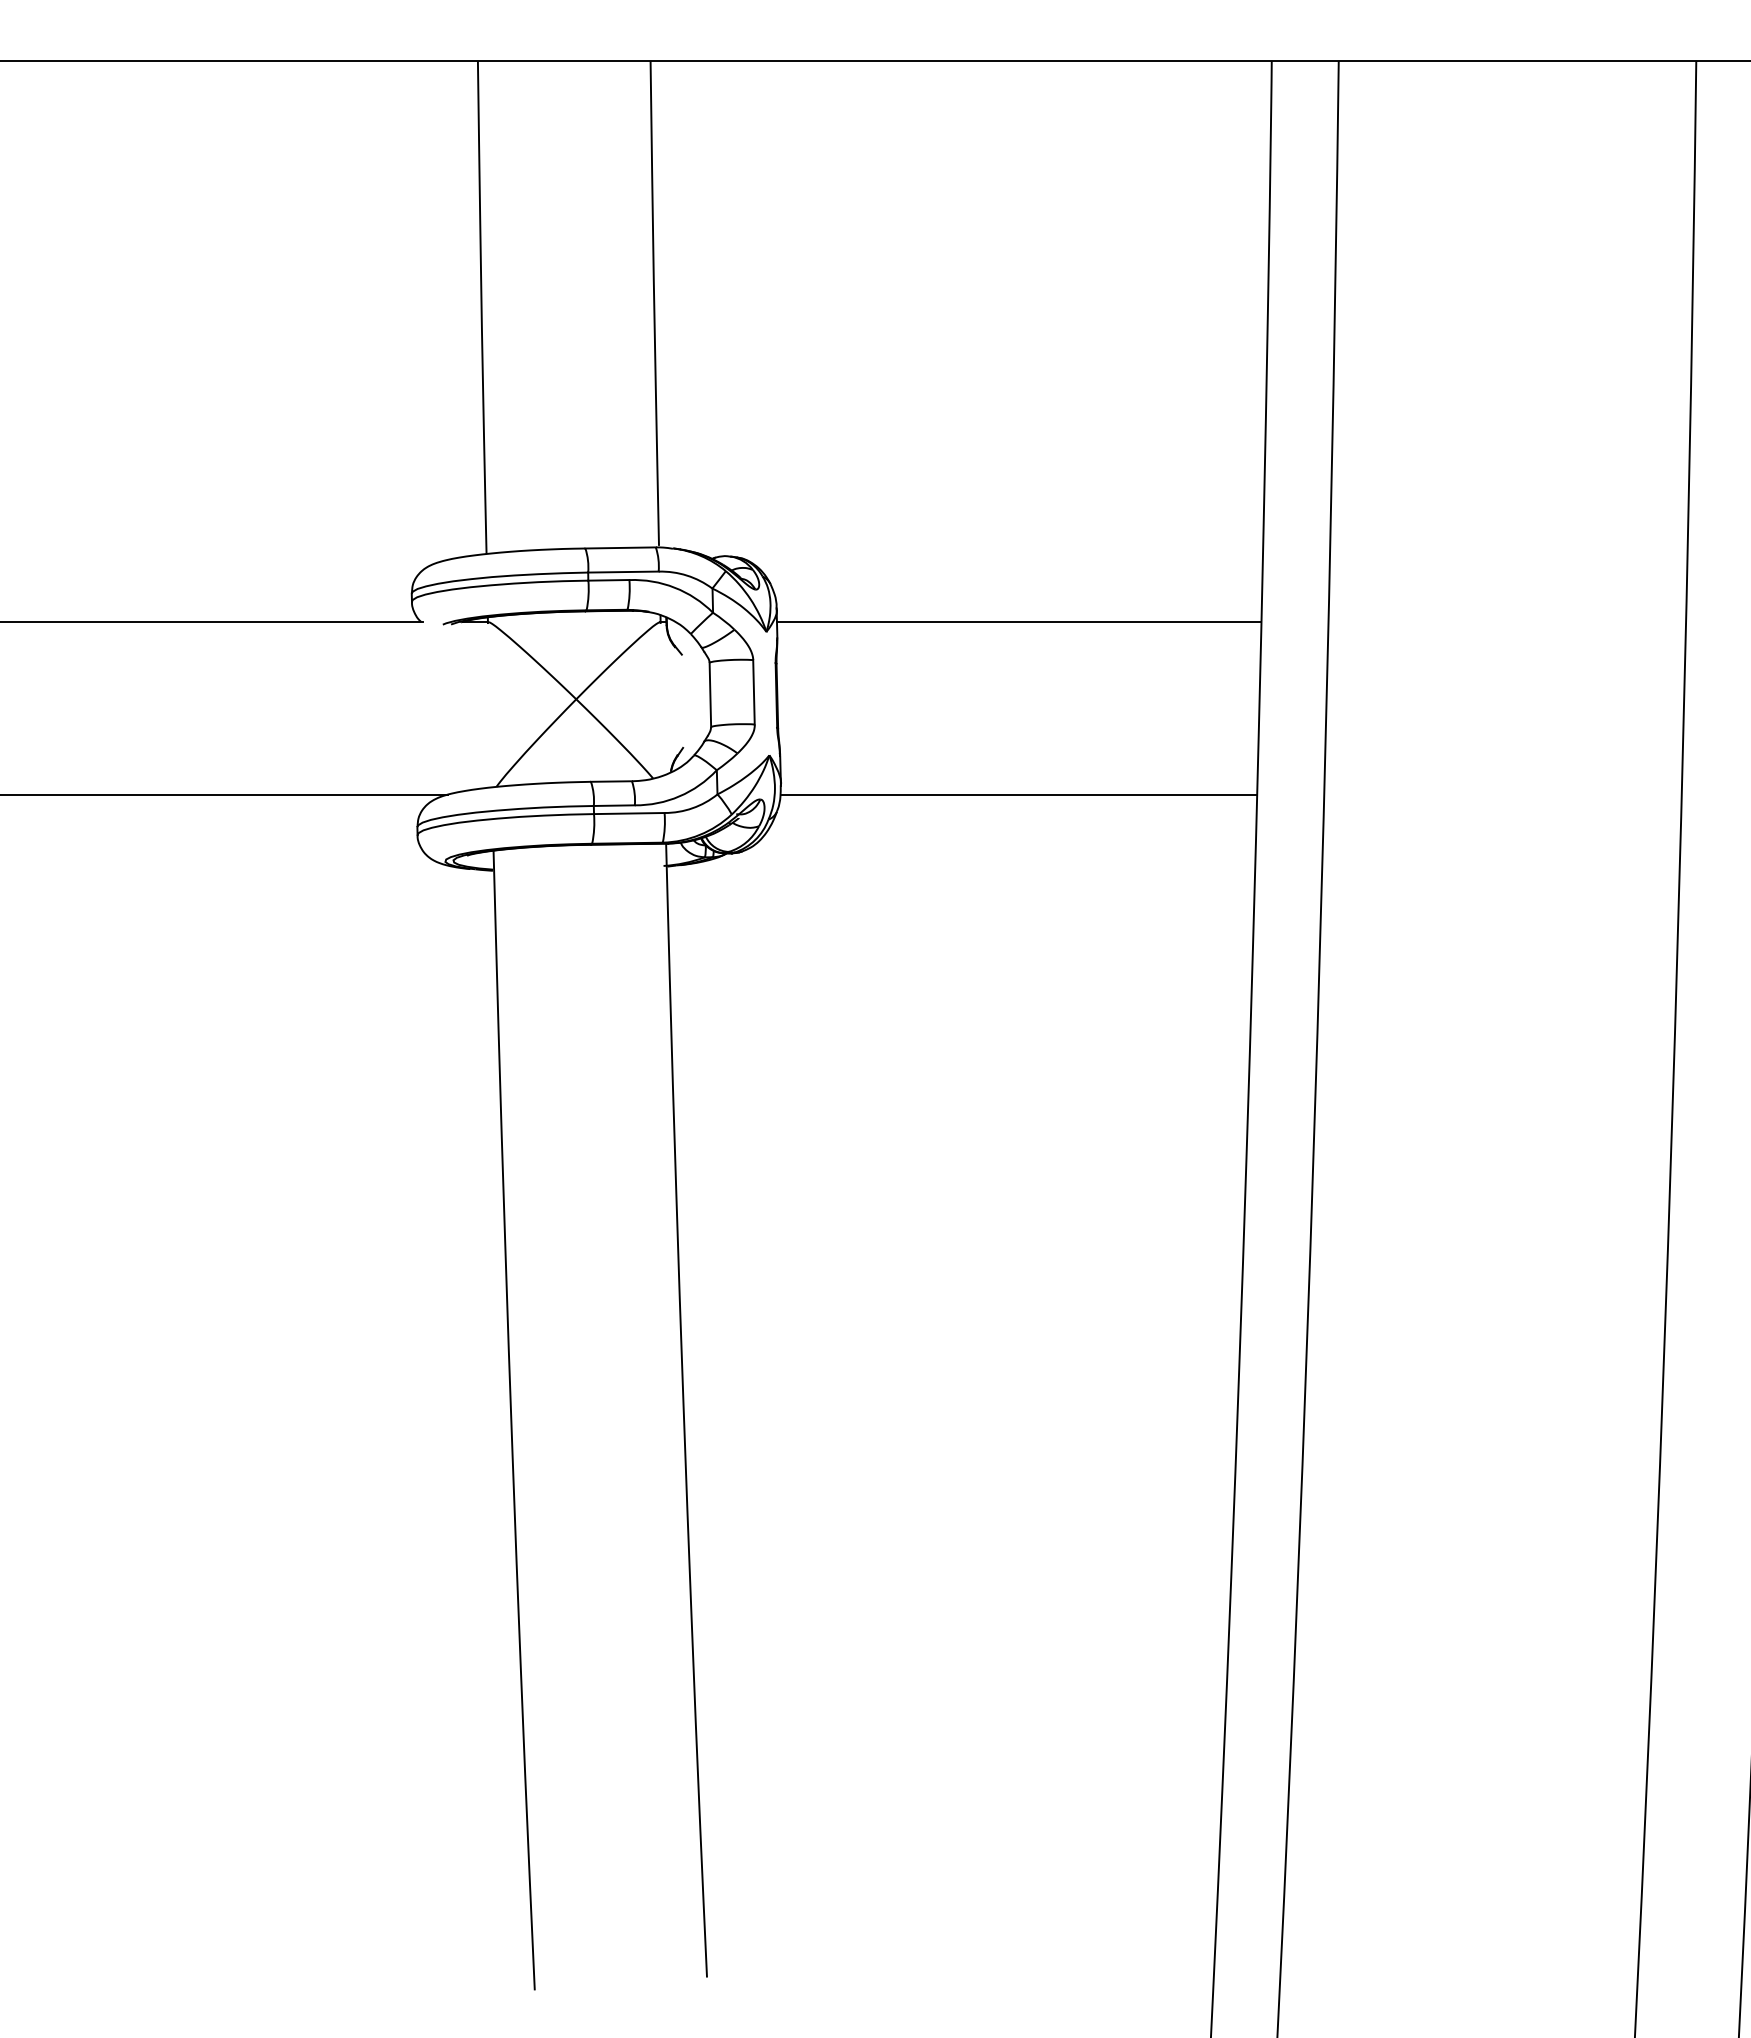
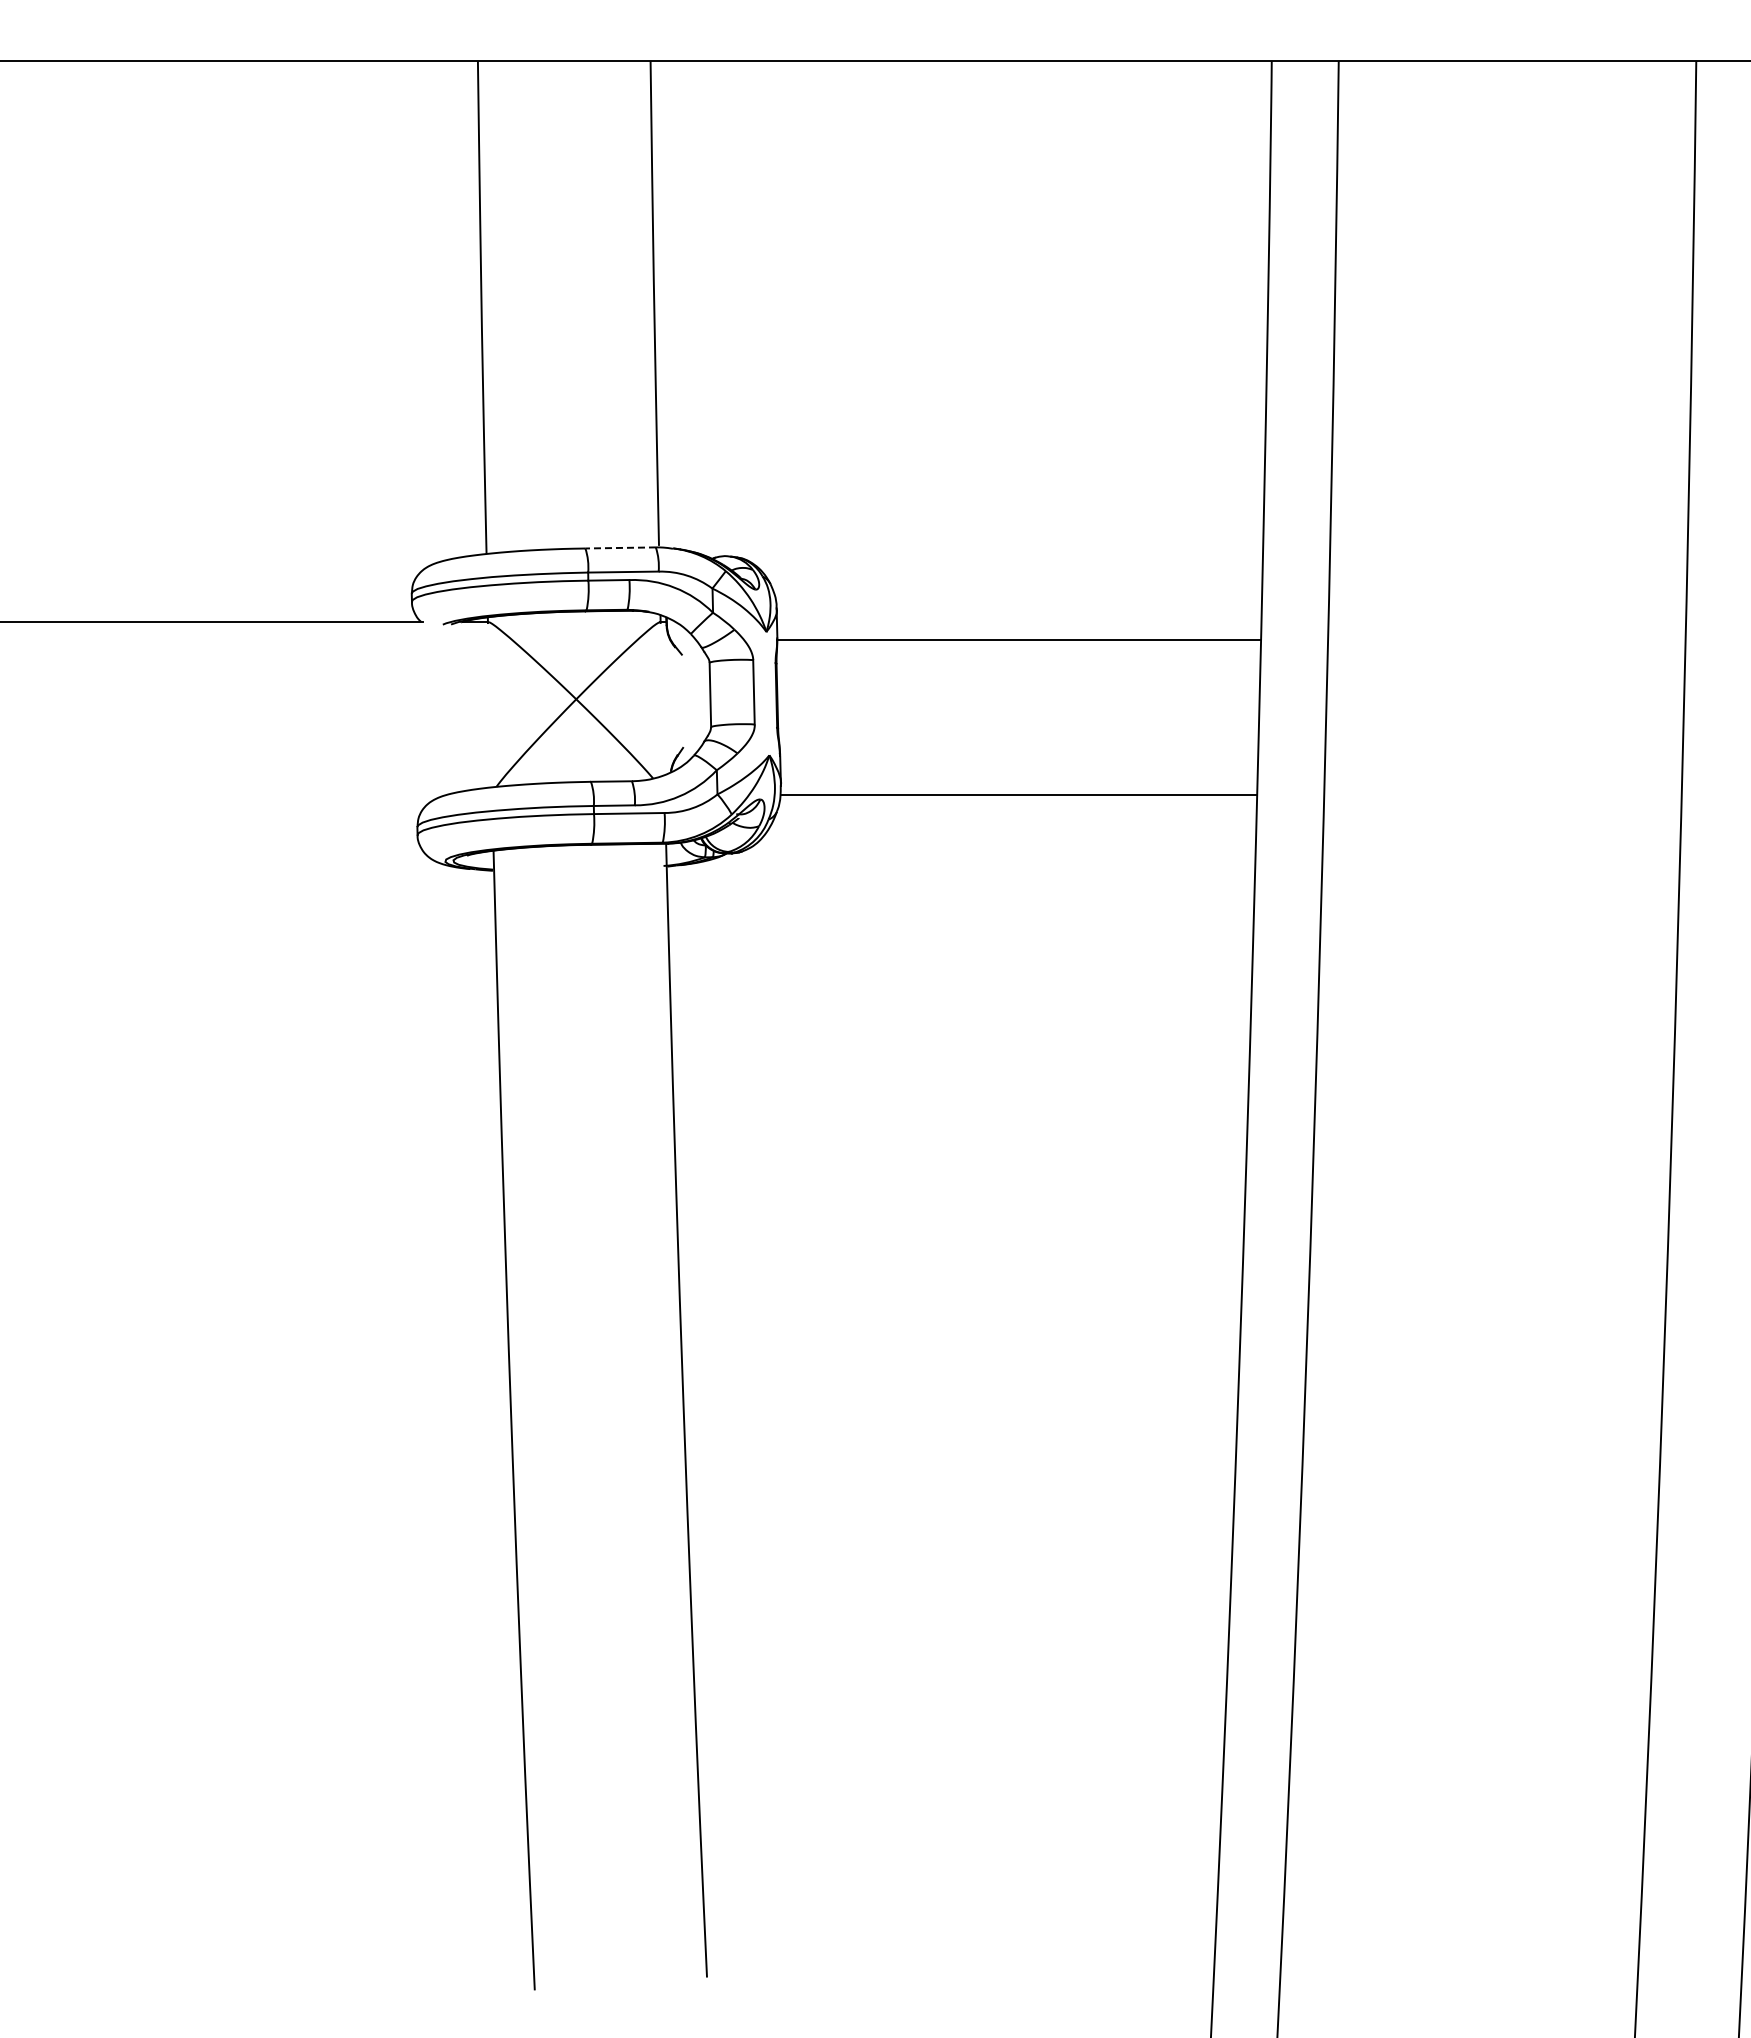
line at (620, 547): solid -> dashed
line at (1018, 621) position: (1018, 621) -> (1018, 639)
line at (225, 794): present -> none
